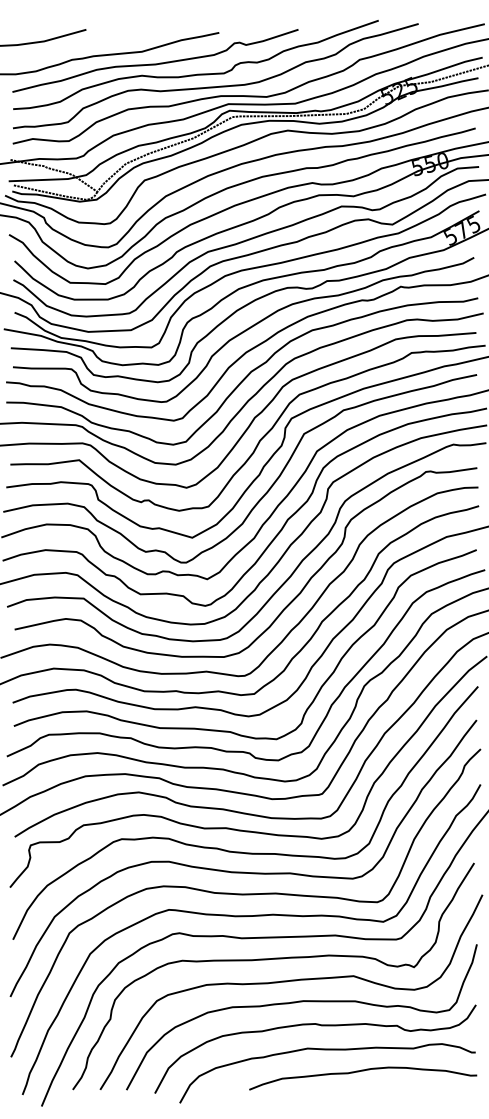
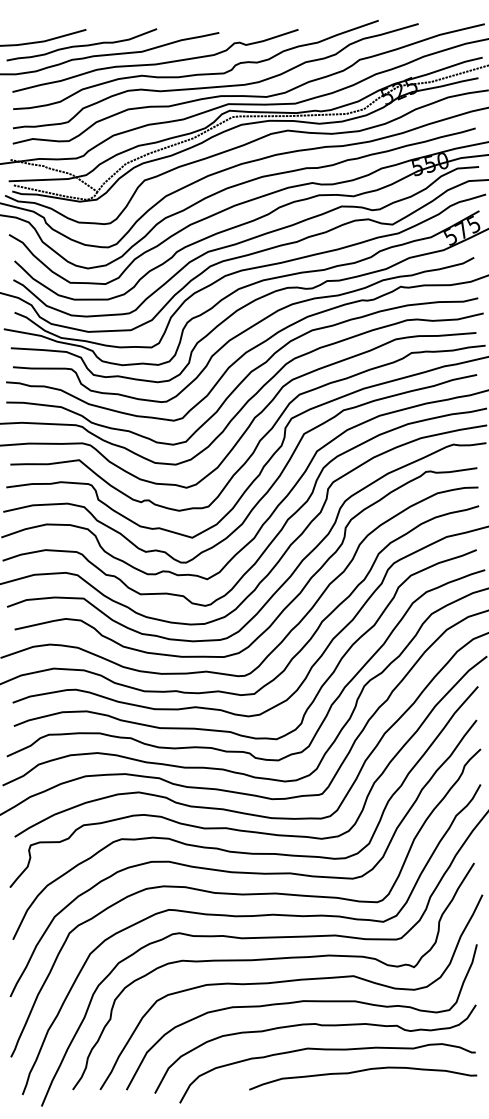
part at (81, 44): none -> present
